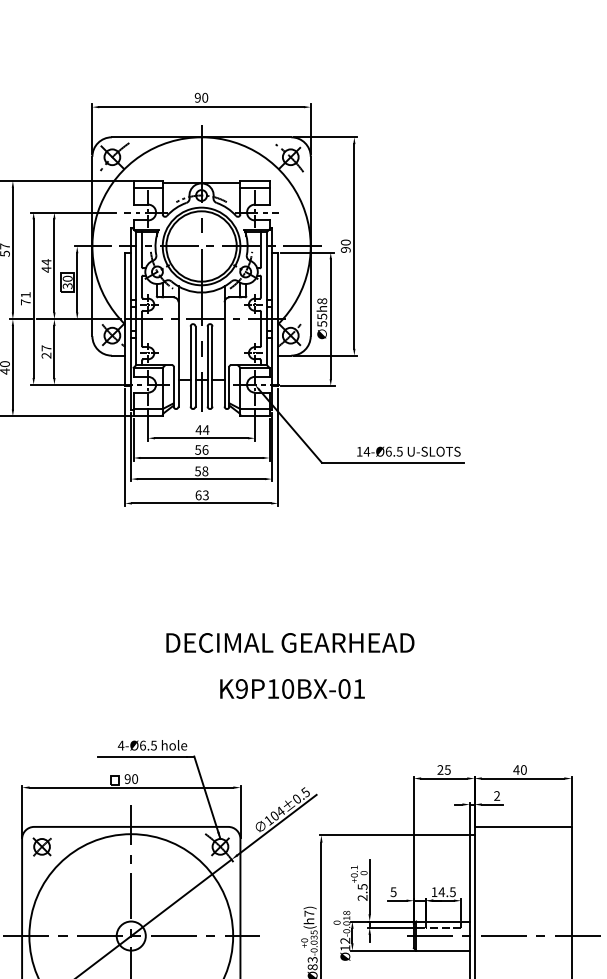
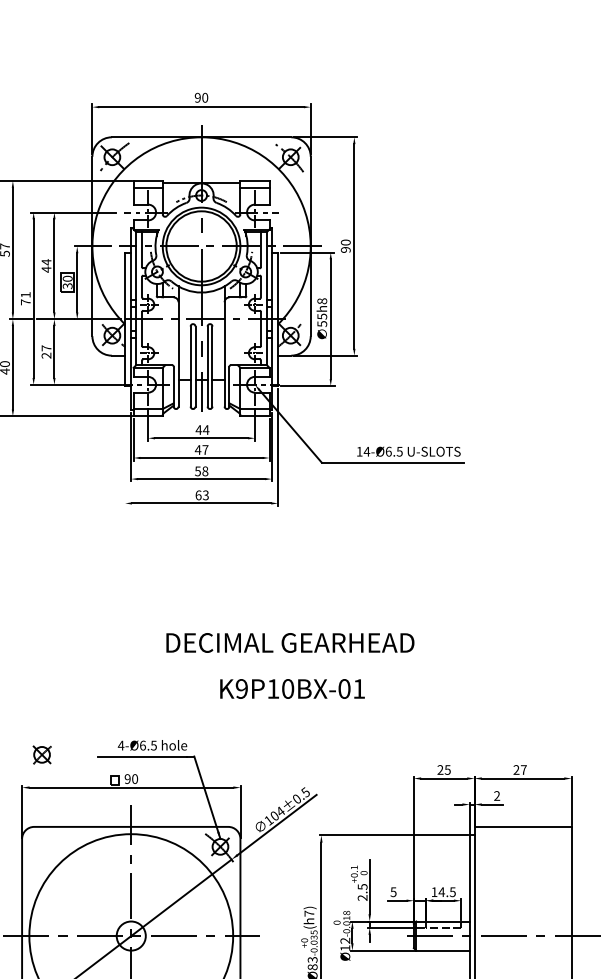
line at (125, 447): present -> none
text at (201, 449): 56 -> 47
text at (519, 769): 40 -> 27
part at (41, 846) position: (41, 846) -> (41, 754)
